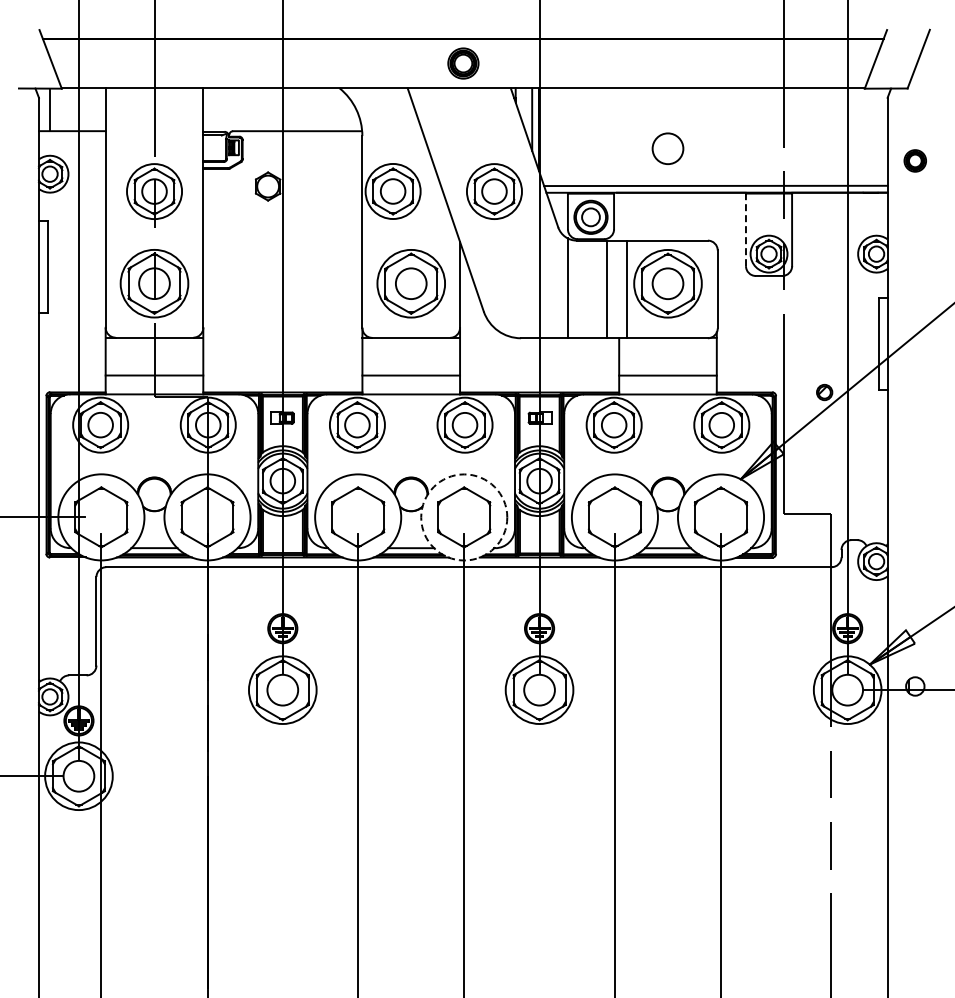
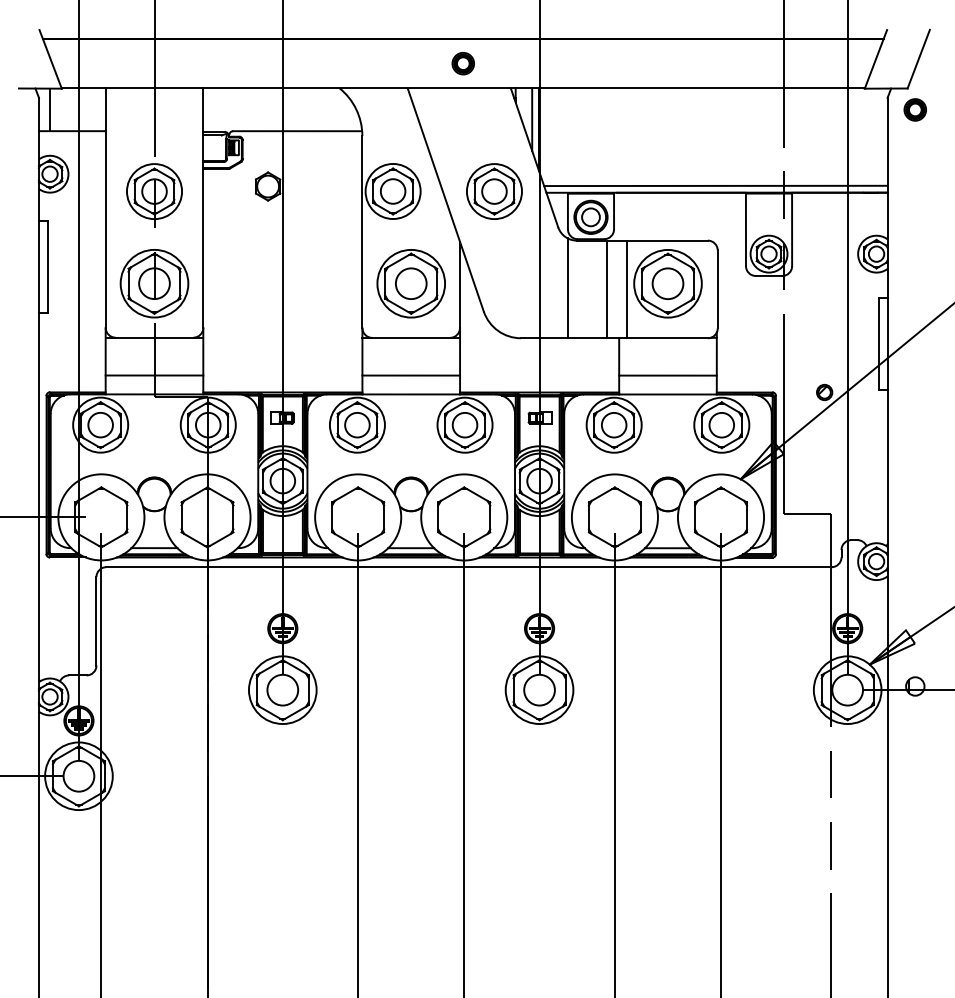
part at (463, 63) size: 33x33 px -> 24x24 px
circle at (667, 148): present -> none
part at (914, 160) position: (914, 160) -> (914, 109)
line at (745, 229): dashed -> solid
circle at (464, 517): dashed -> solid
